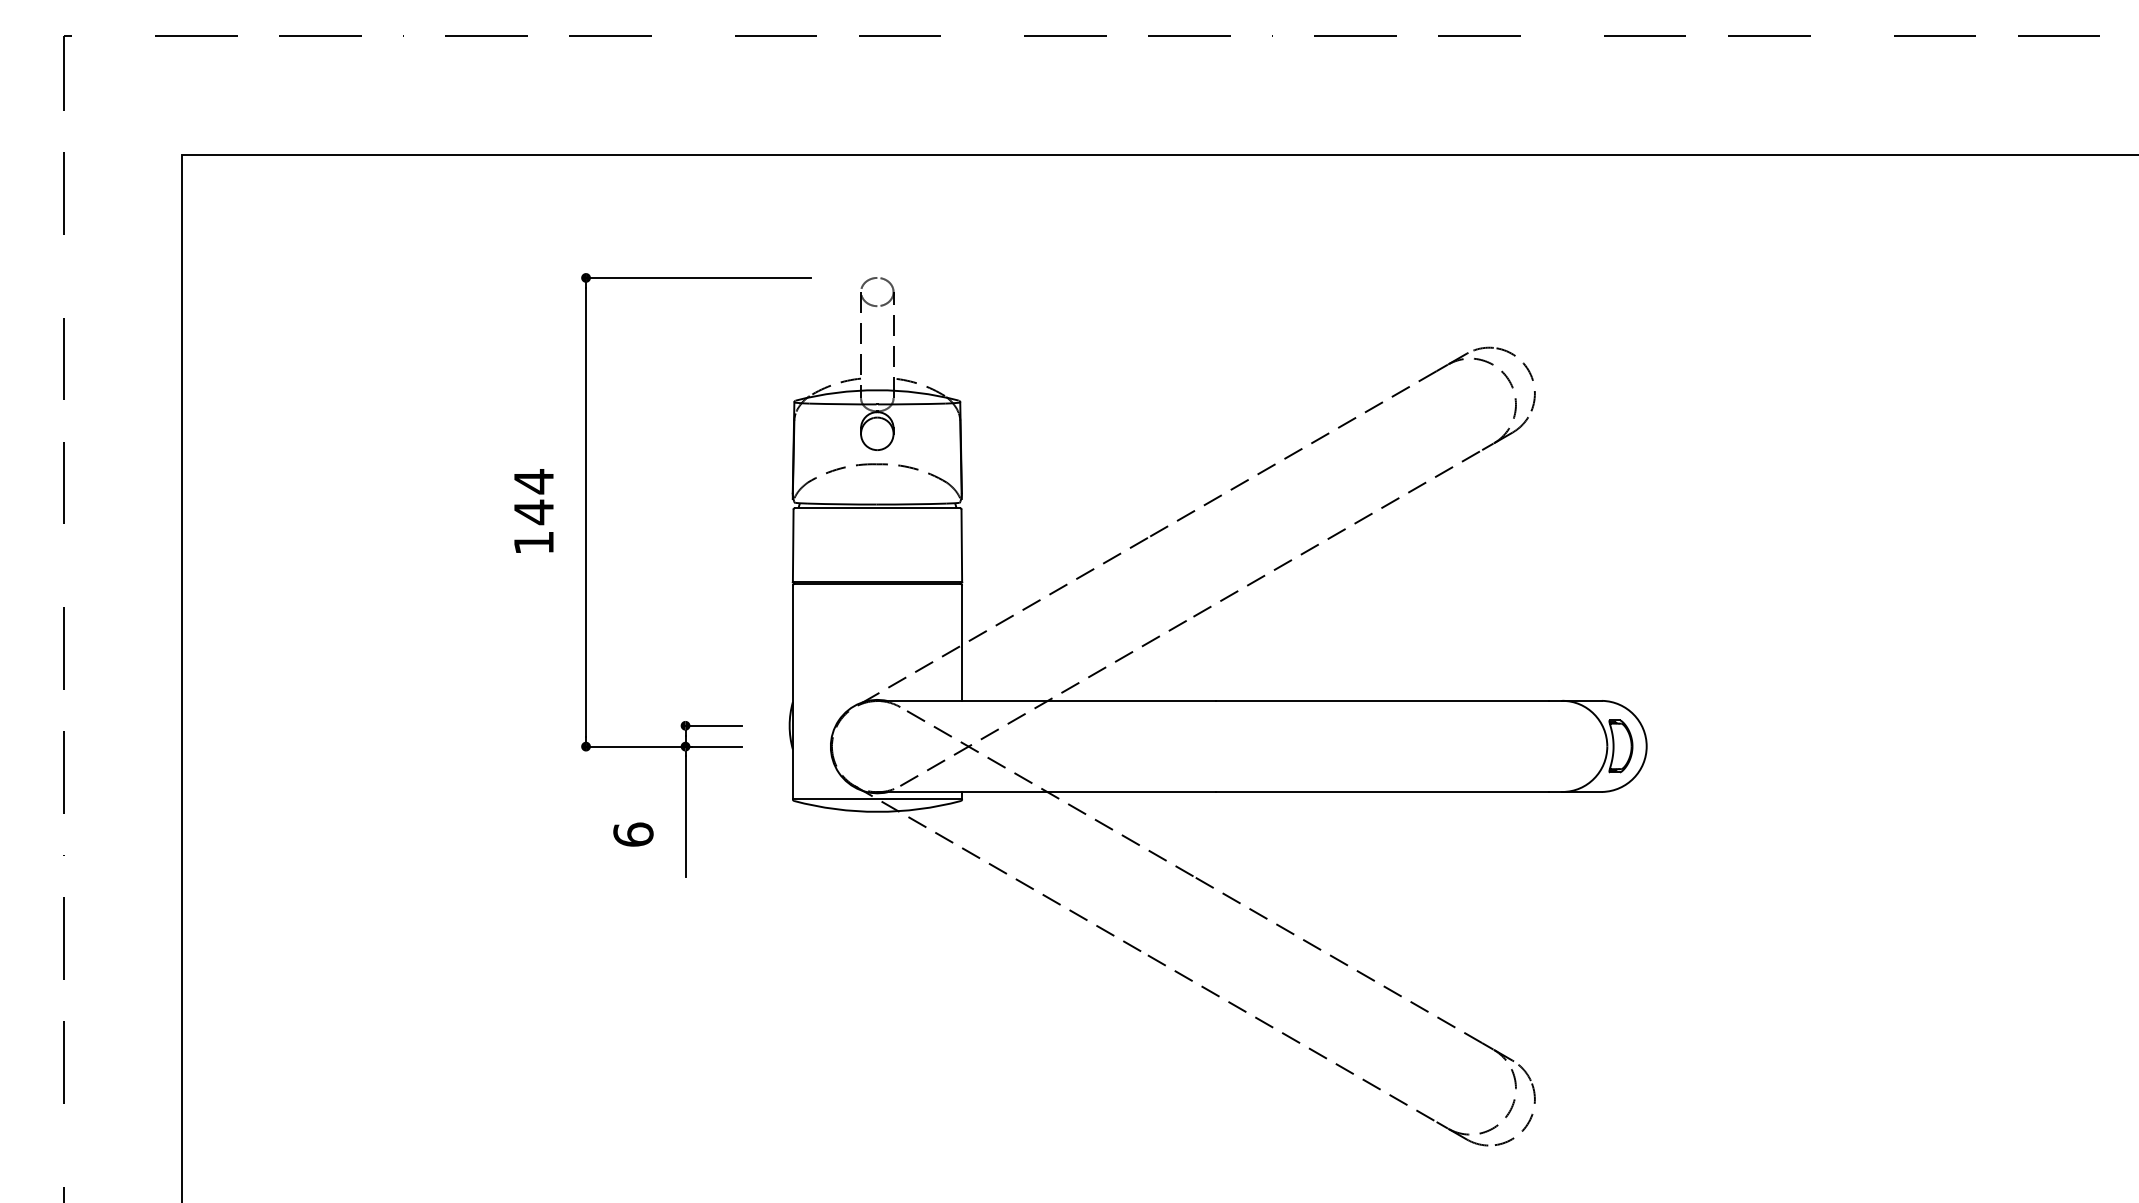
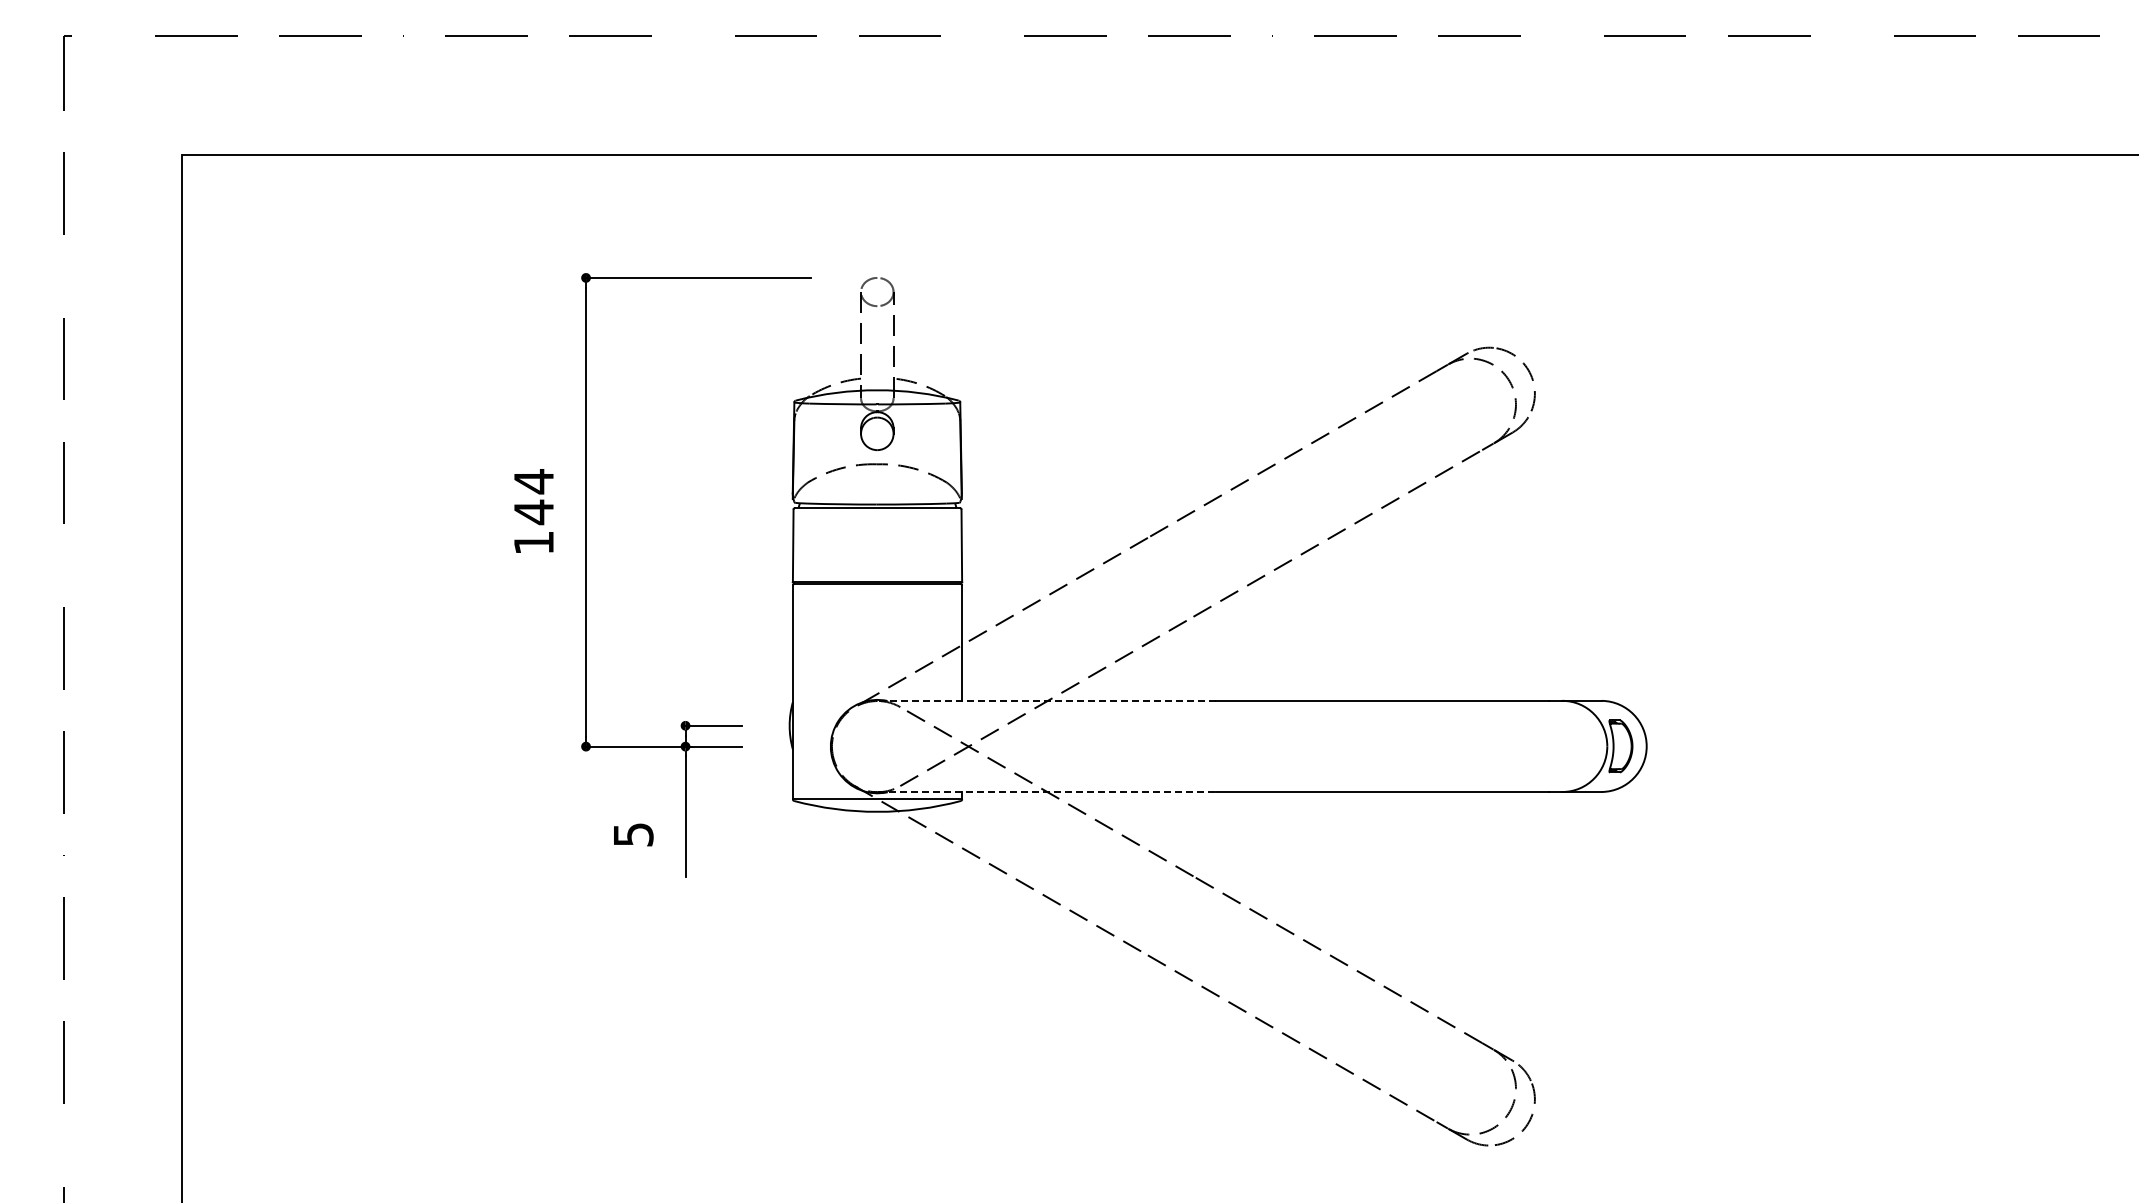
line at (1046, 701): solid -> dashed
line at (1047, 792): solid -> dashed
text at (633, 834): 6 -> 5
